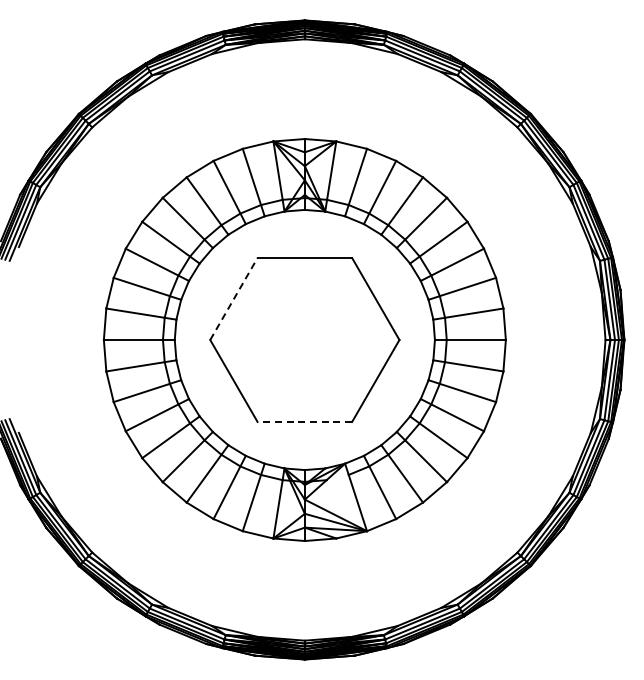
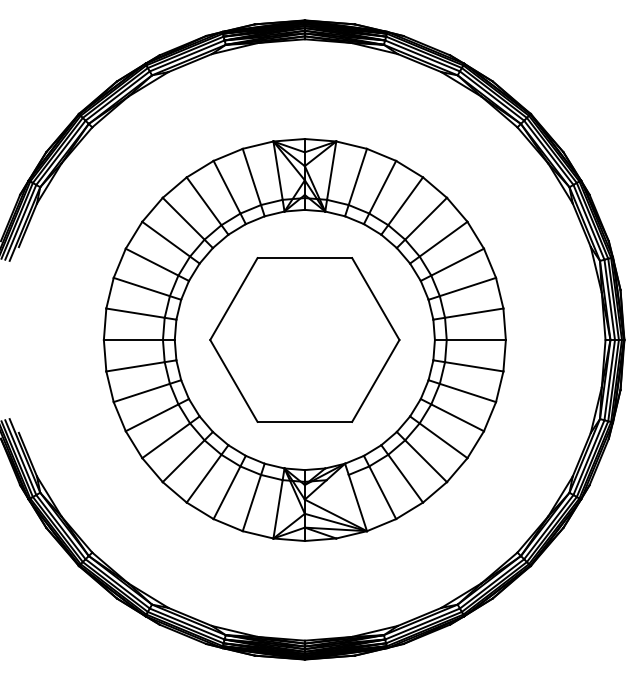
line at (234, 298): dashed -> solid
line at (304, 421): dashed -> solid
